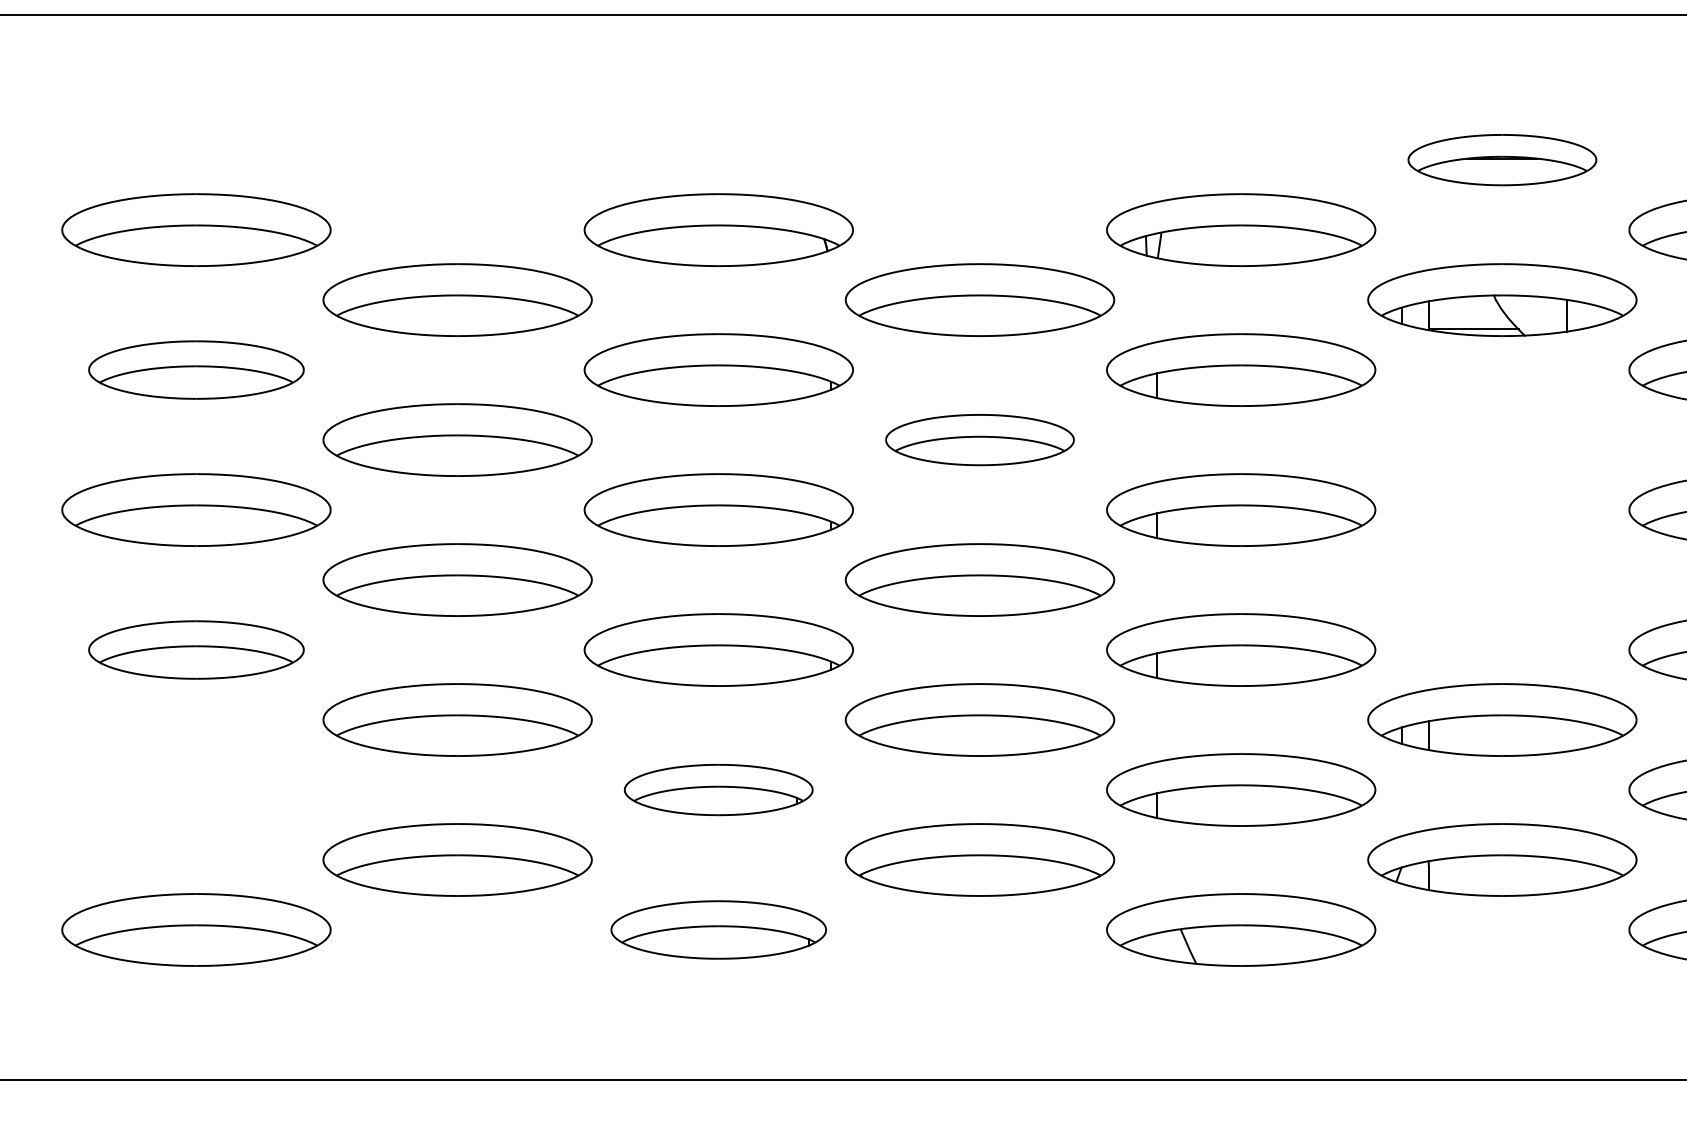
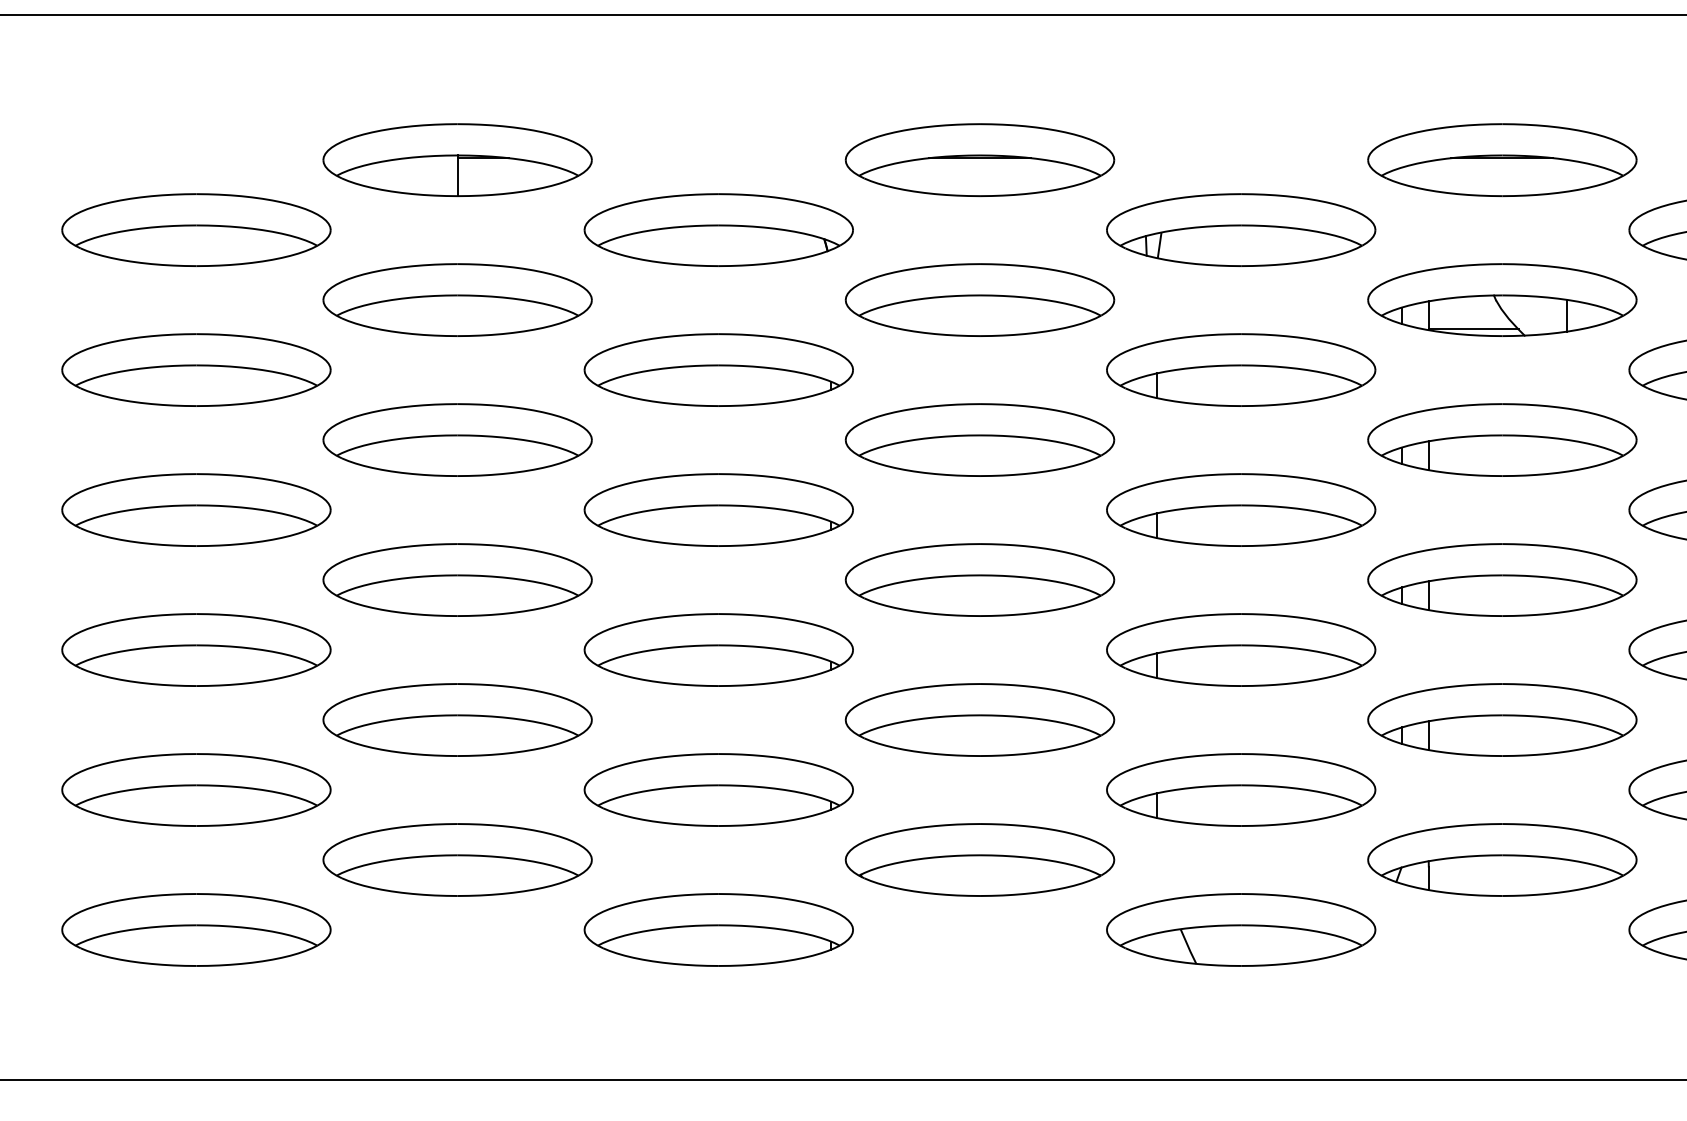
part at (457, 159): none -> present
part at (979, 159): none -> present
part at (1502, 160) size: 191x53 px -> 271x74 px
part at (196, 369) size: 217x60 px -> 271x74 px
part at (1502, 439): none -> present
part at (979, 440) size: 190x53 px -> 272x74 px
part at (1502, 579): none -> present
part at (196, 649) size: 217x60 px -> 271x74 px
part at (196, 789): none -> present
part at (718, 789) size: 191x54 px -> 271x74 px
part at (718, 929) size: 217x60 px -> 271x74 px
